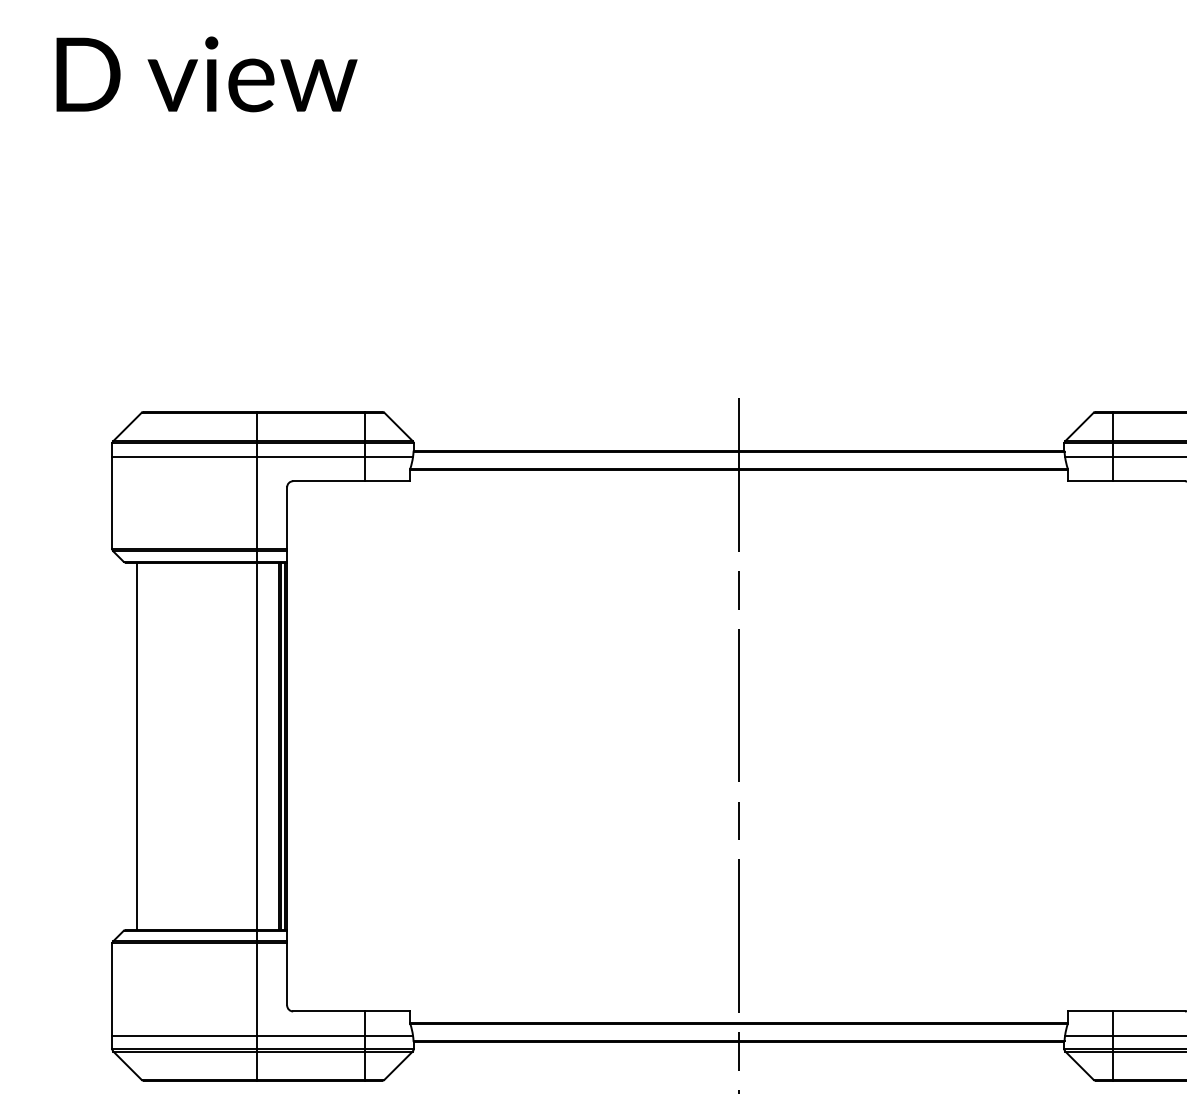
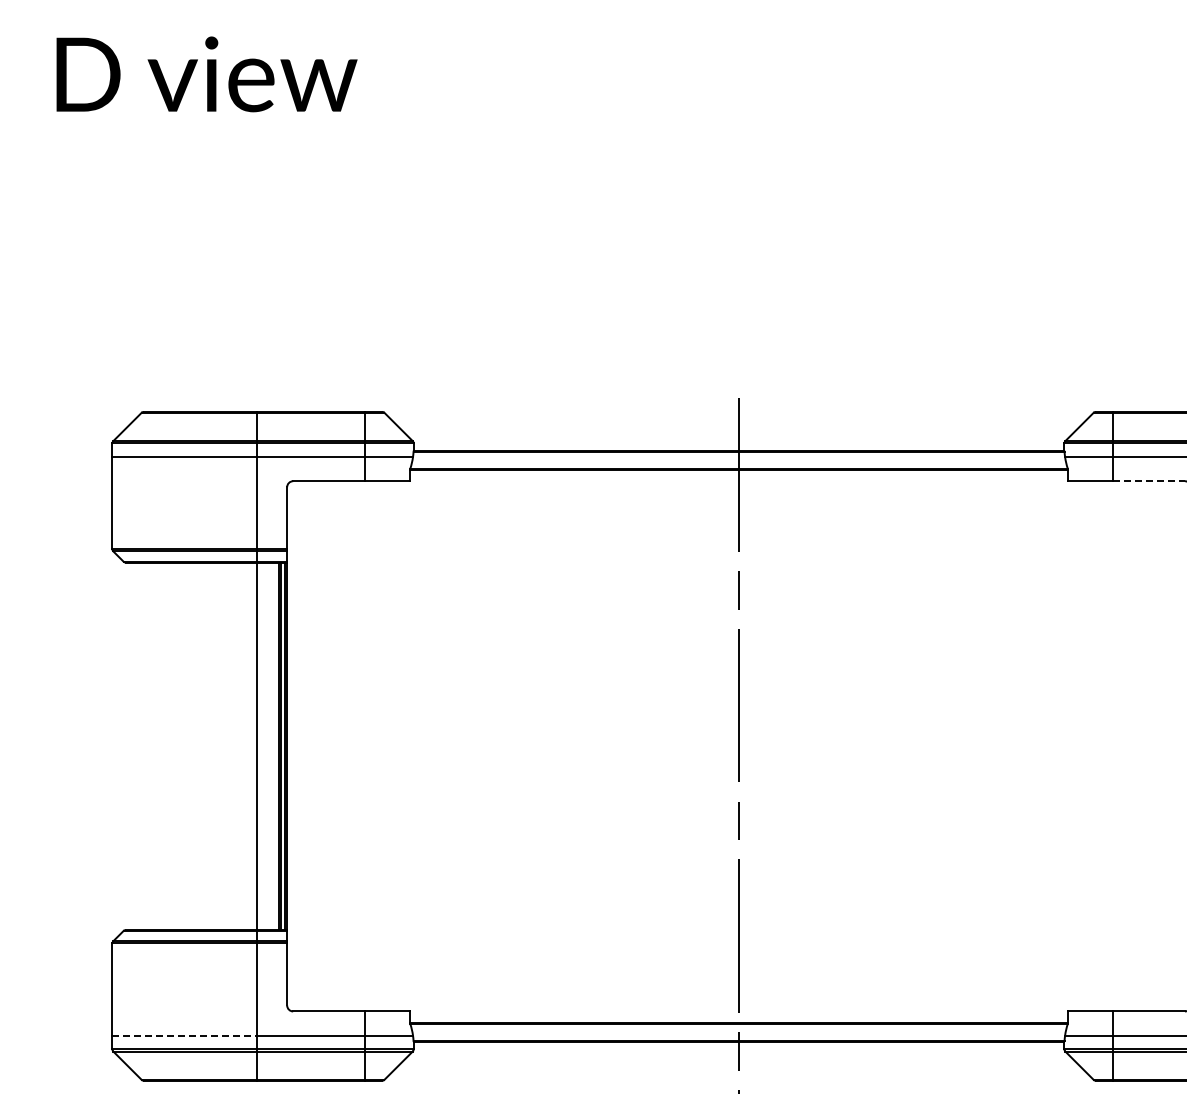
line at (1149, 481): solid -> dashed
line at (136, 746): present -> none
line at (185, 1035): solid -> dashed
